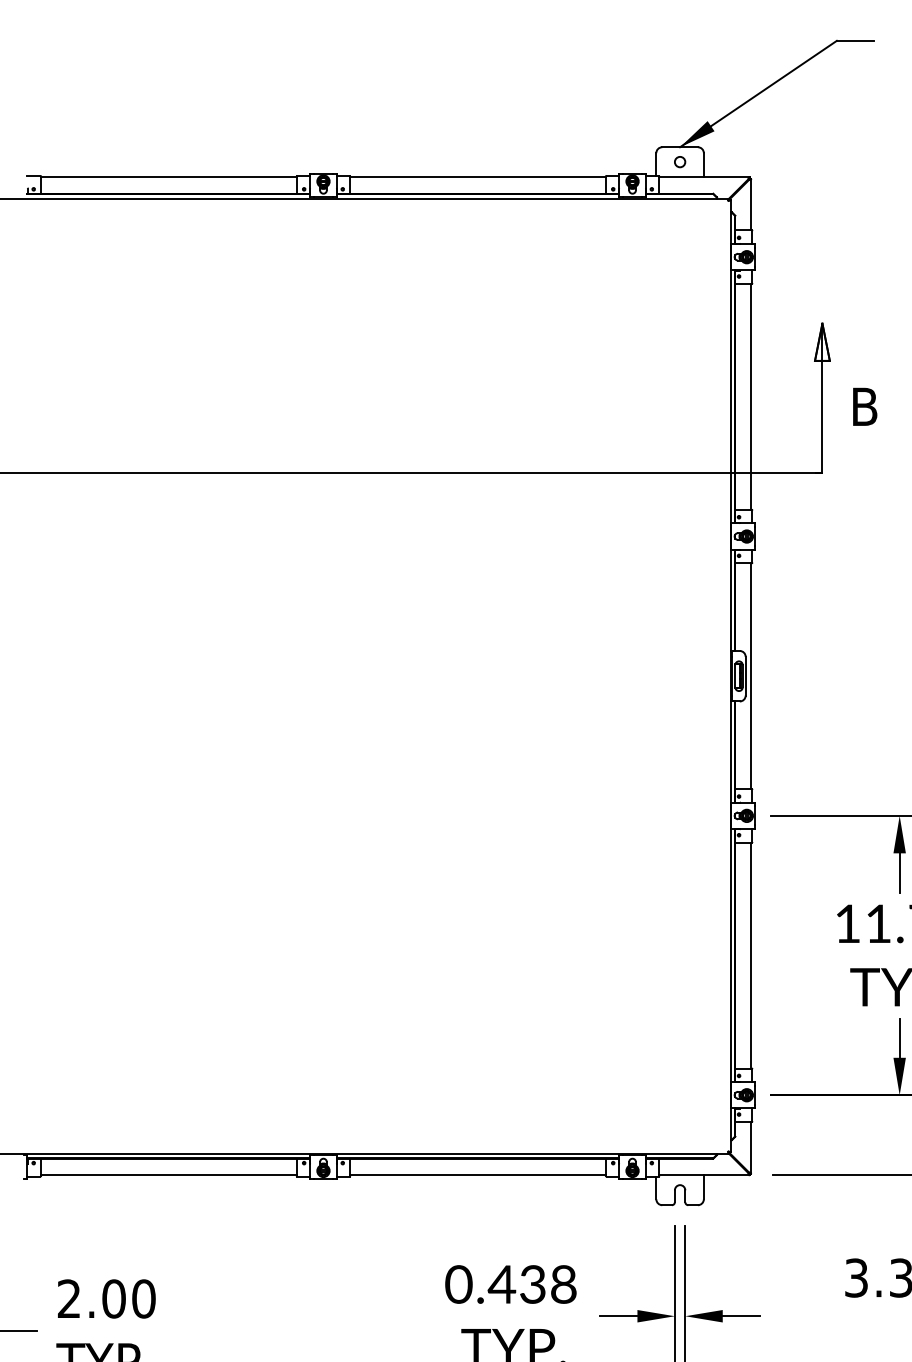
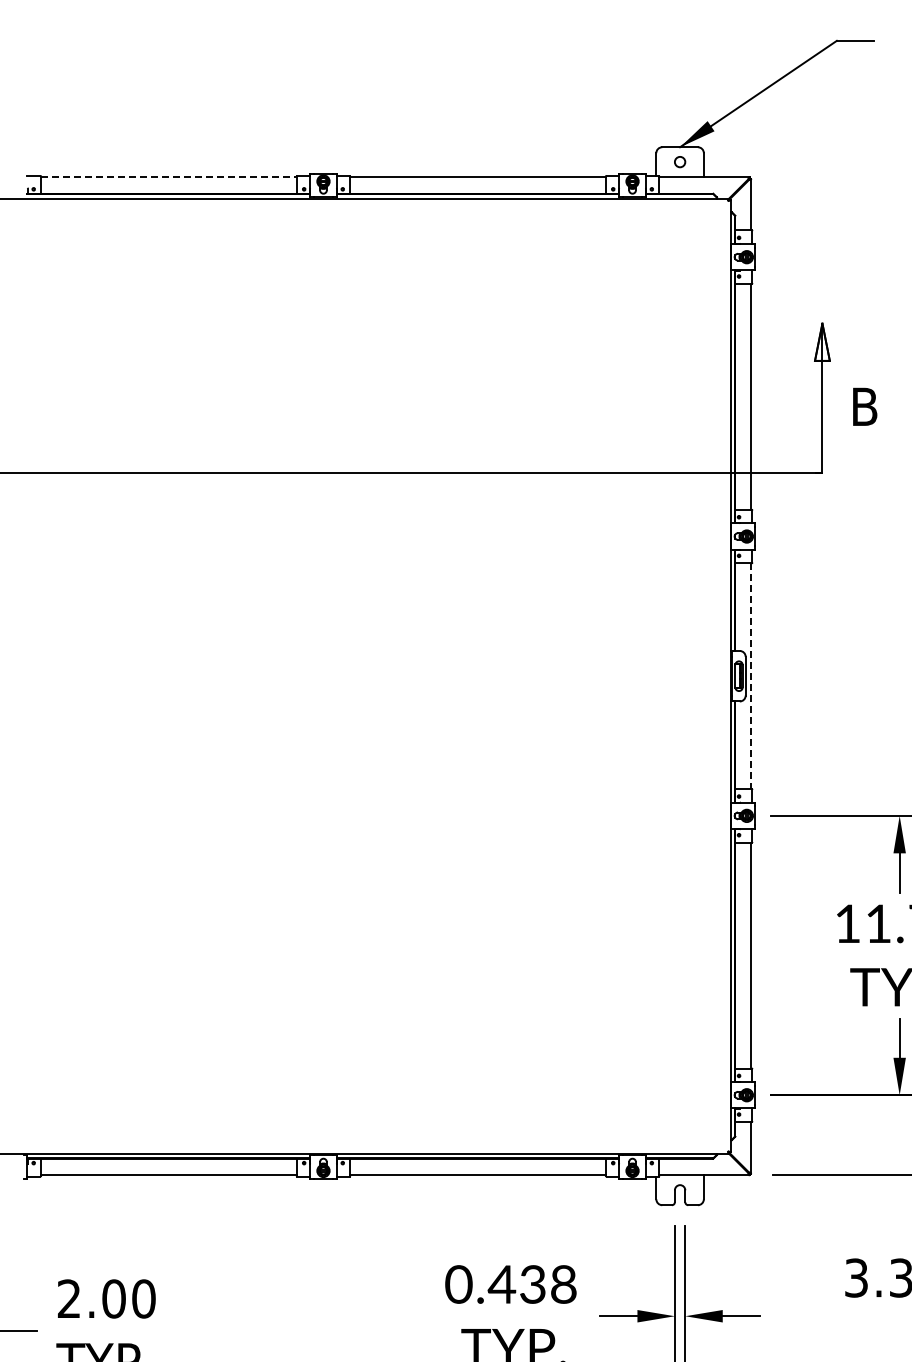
line at (168, 176): solid -> dashed
line at (751, 676): solid -> dashed
